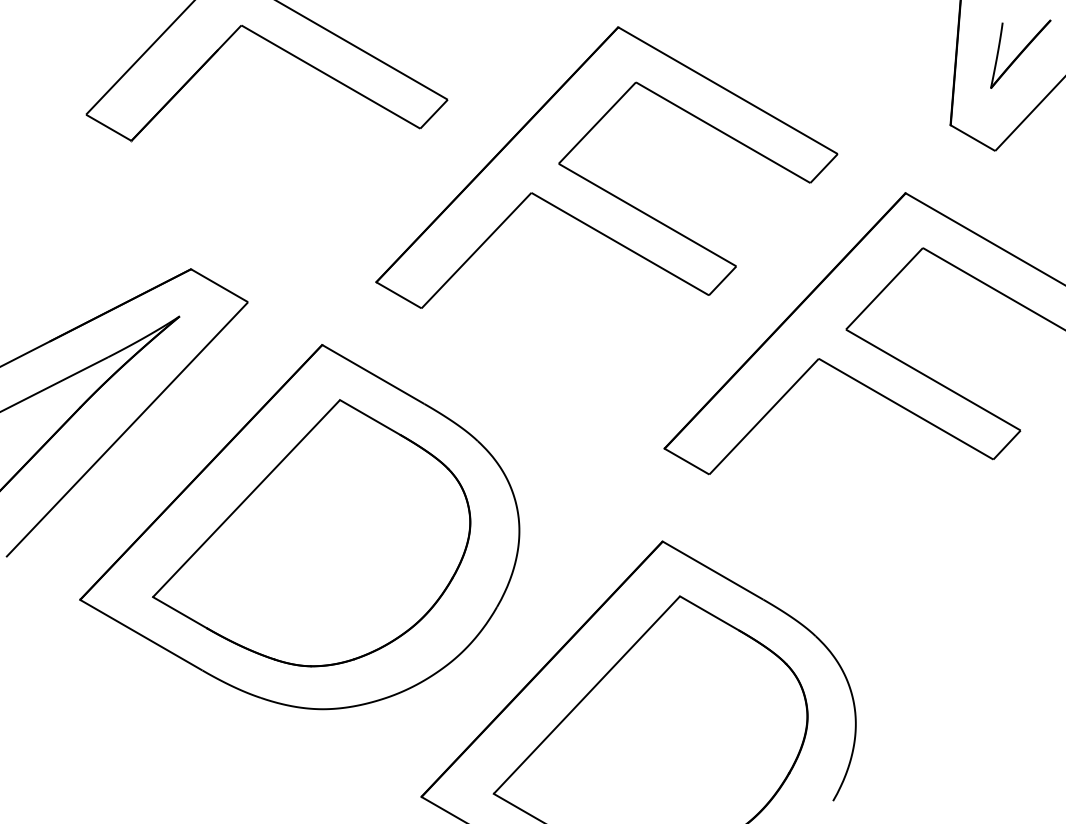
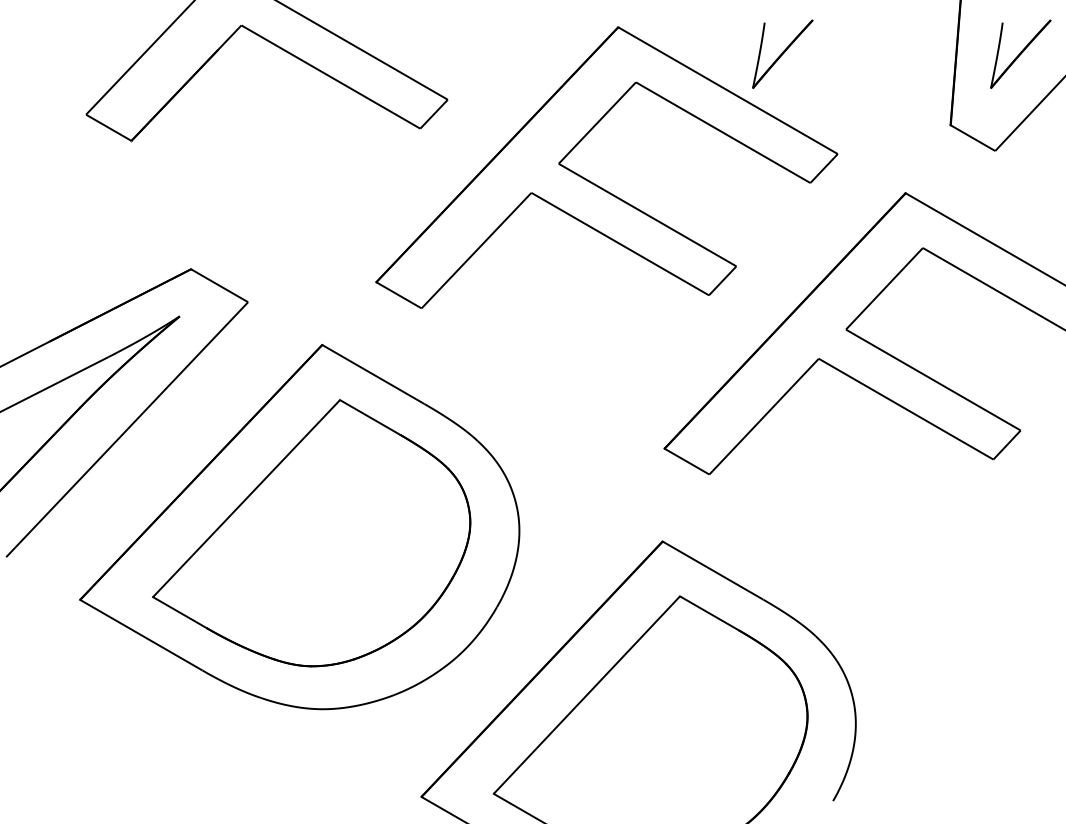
part at (782, 53): none -> present
